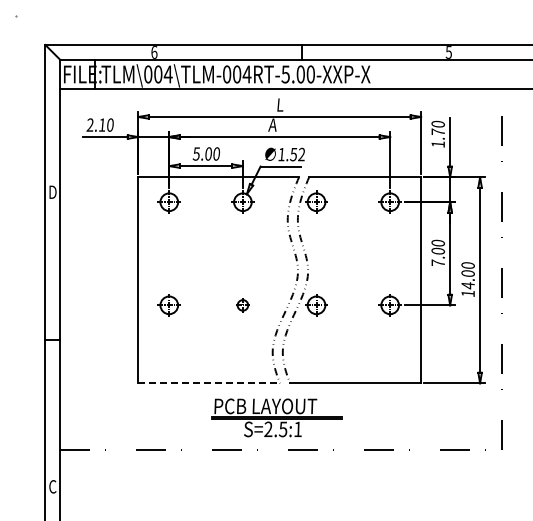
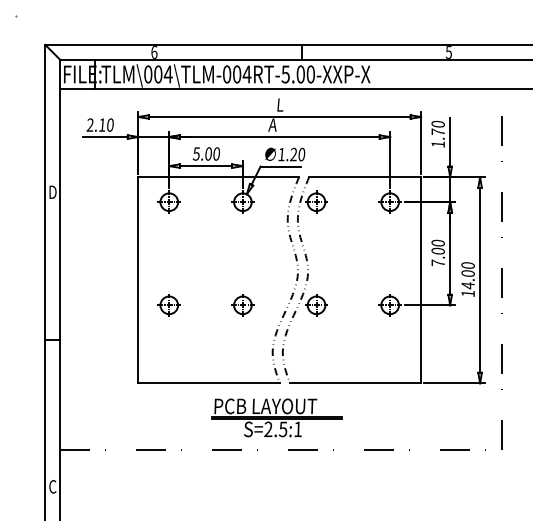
text at (297, 154): 1.52 -> 1.20
part at (242, 305) size: 14x15 px -> 24x23 px
line at (209, 383): dashed -> solid
